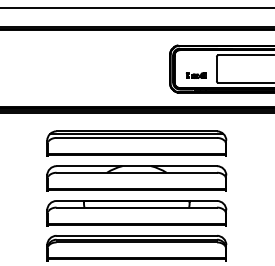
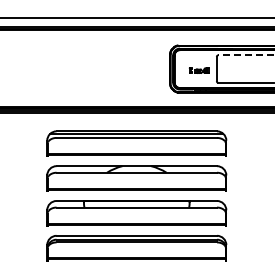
line at (136, 8) position: (136, 8) -> (136, 18)
line at (246, 55): solid -> dashed
part at (195, 75) position: (195, 75) -> (198, 70)
